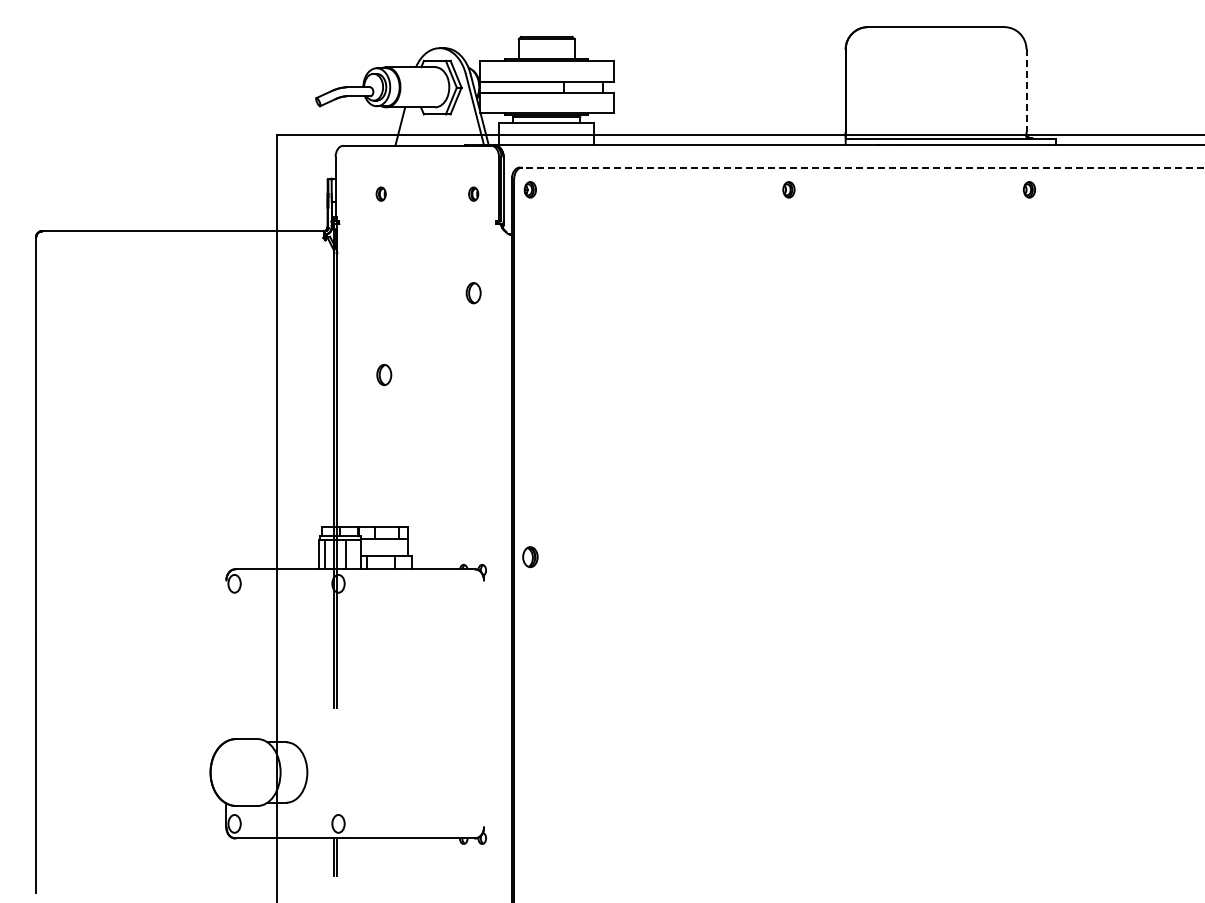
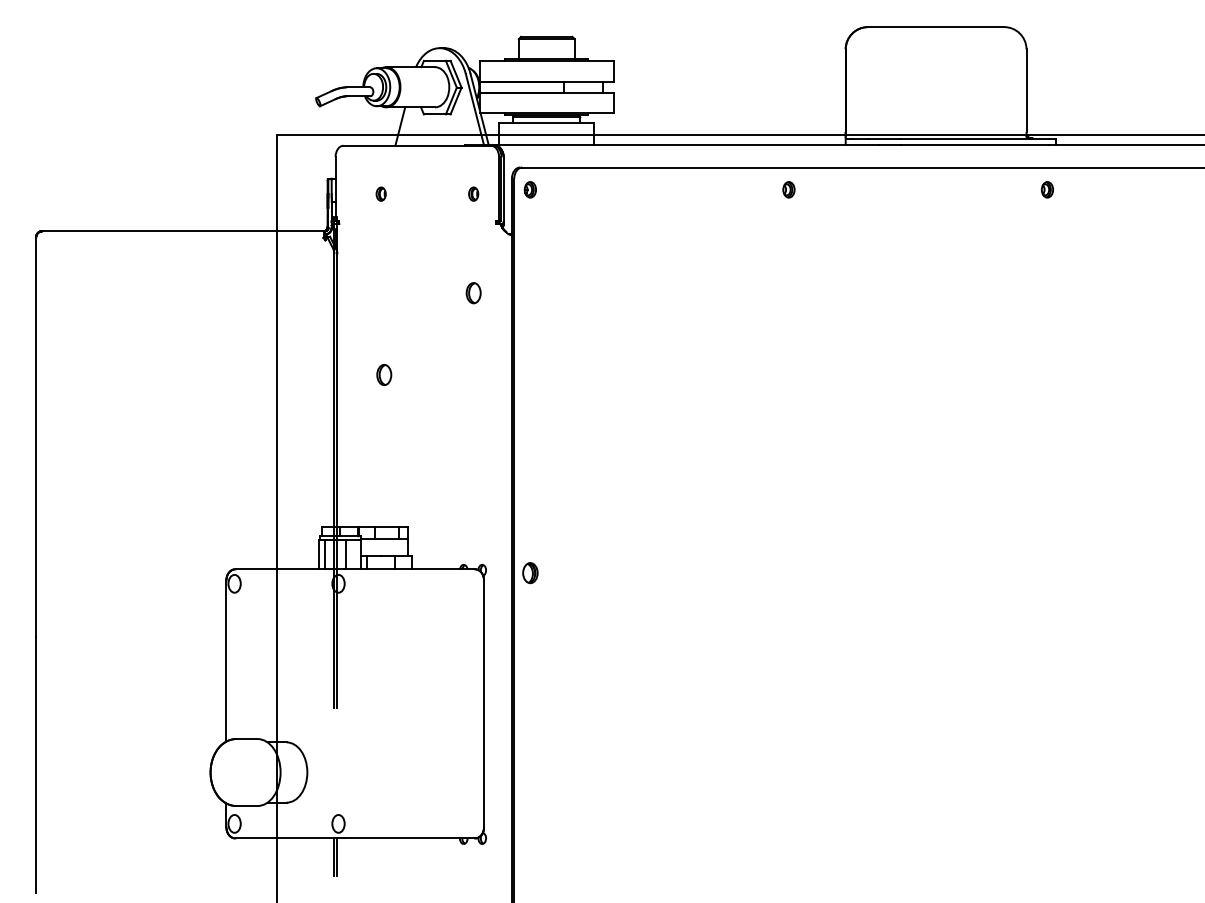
line at (1026, 91): dashed -> solid
line at (863, 167): dashed -> solid
part at (1029, 189) position: (1029, 189) -> (1047, 189)
part at (530, 557) position: (530, 557) -> (530, 573)
line at (226, 660): none -> present
line at (484, 703): none -> present
